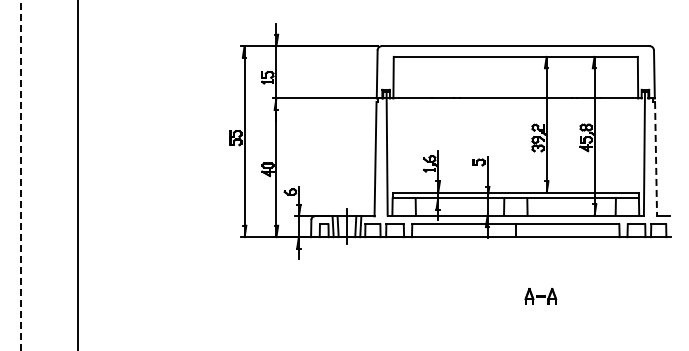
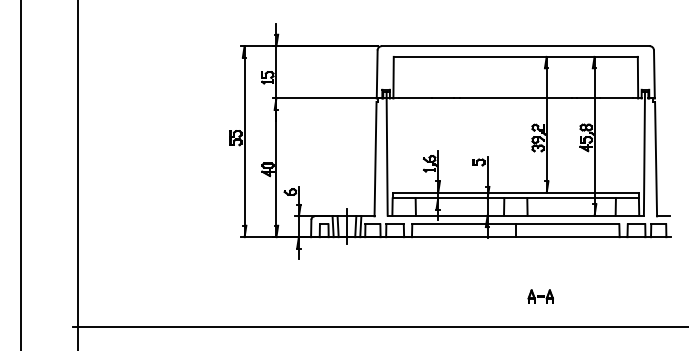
line at (656, 159): dashed -> solid
line at (20, 175): dashed -> solid
part at (540, 296) size: 34x17 px -> 27x15 px
line at (379, 326): none -> present
